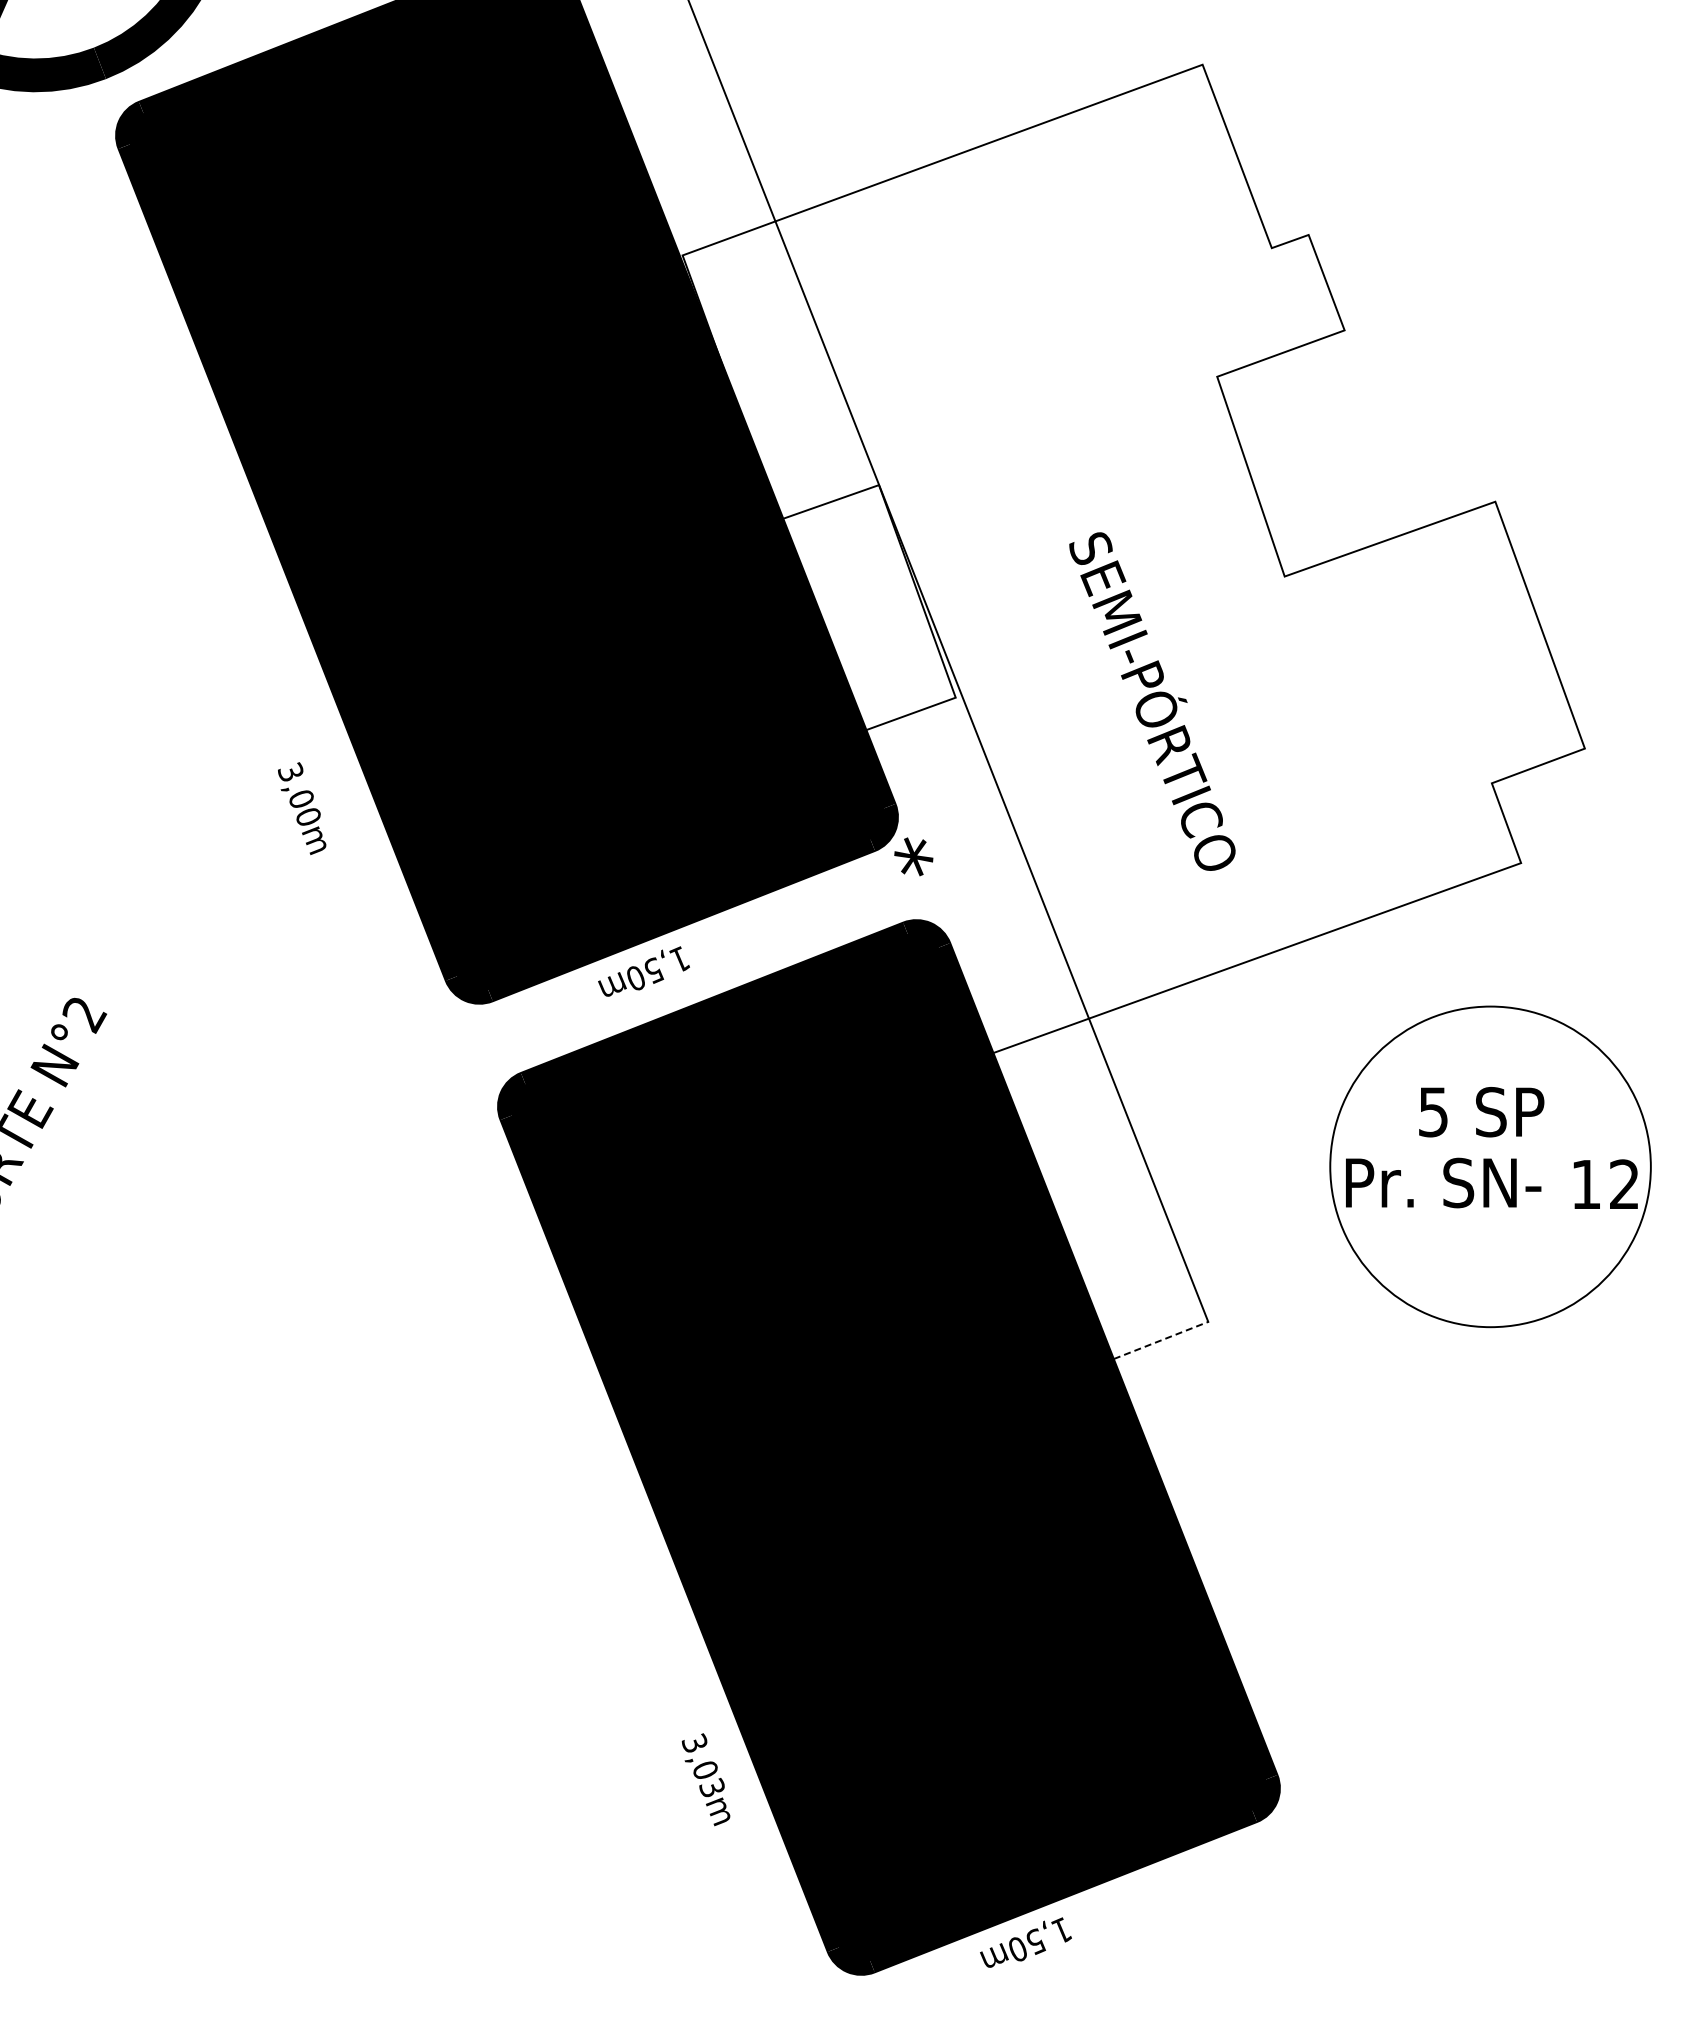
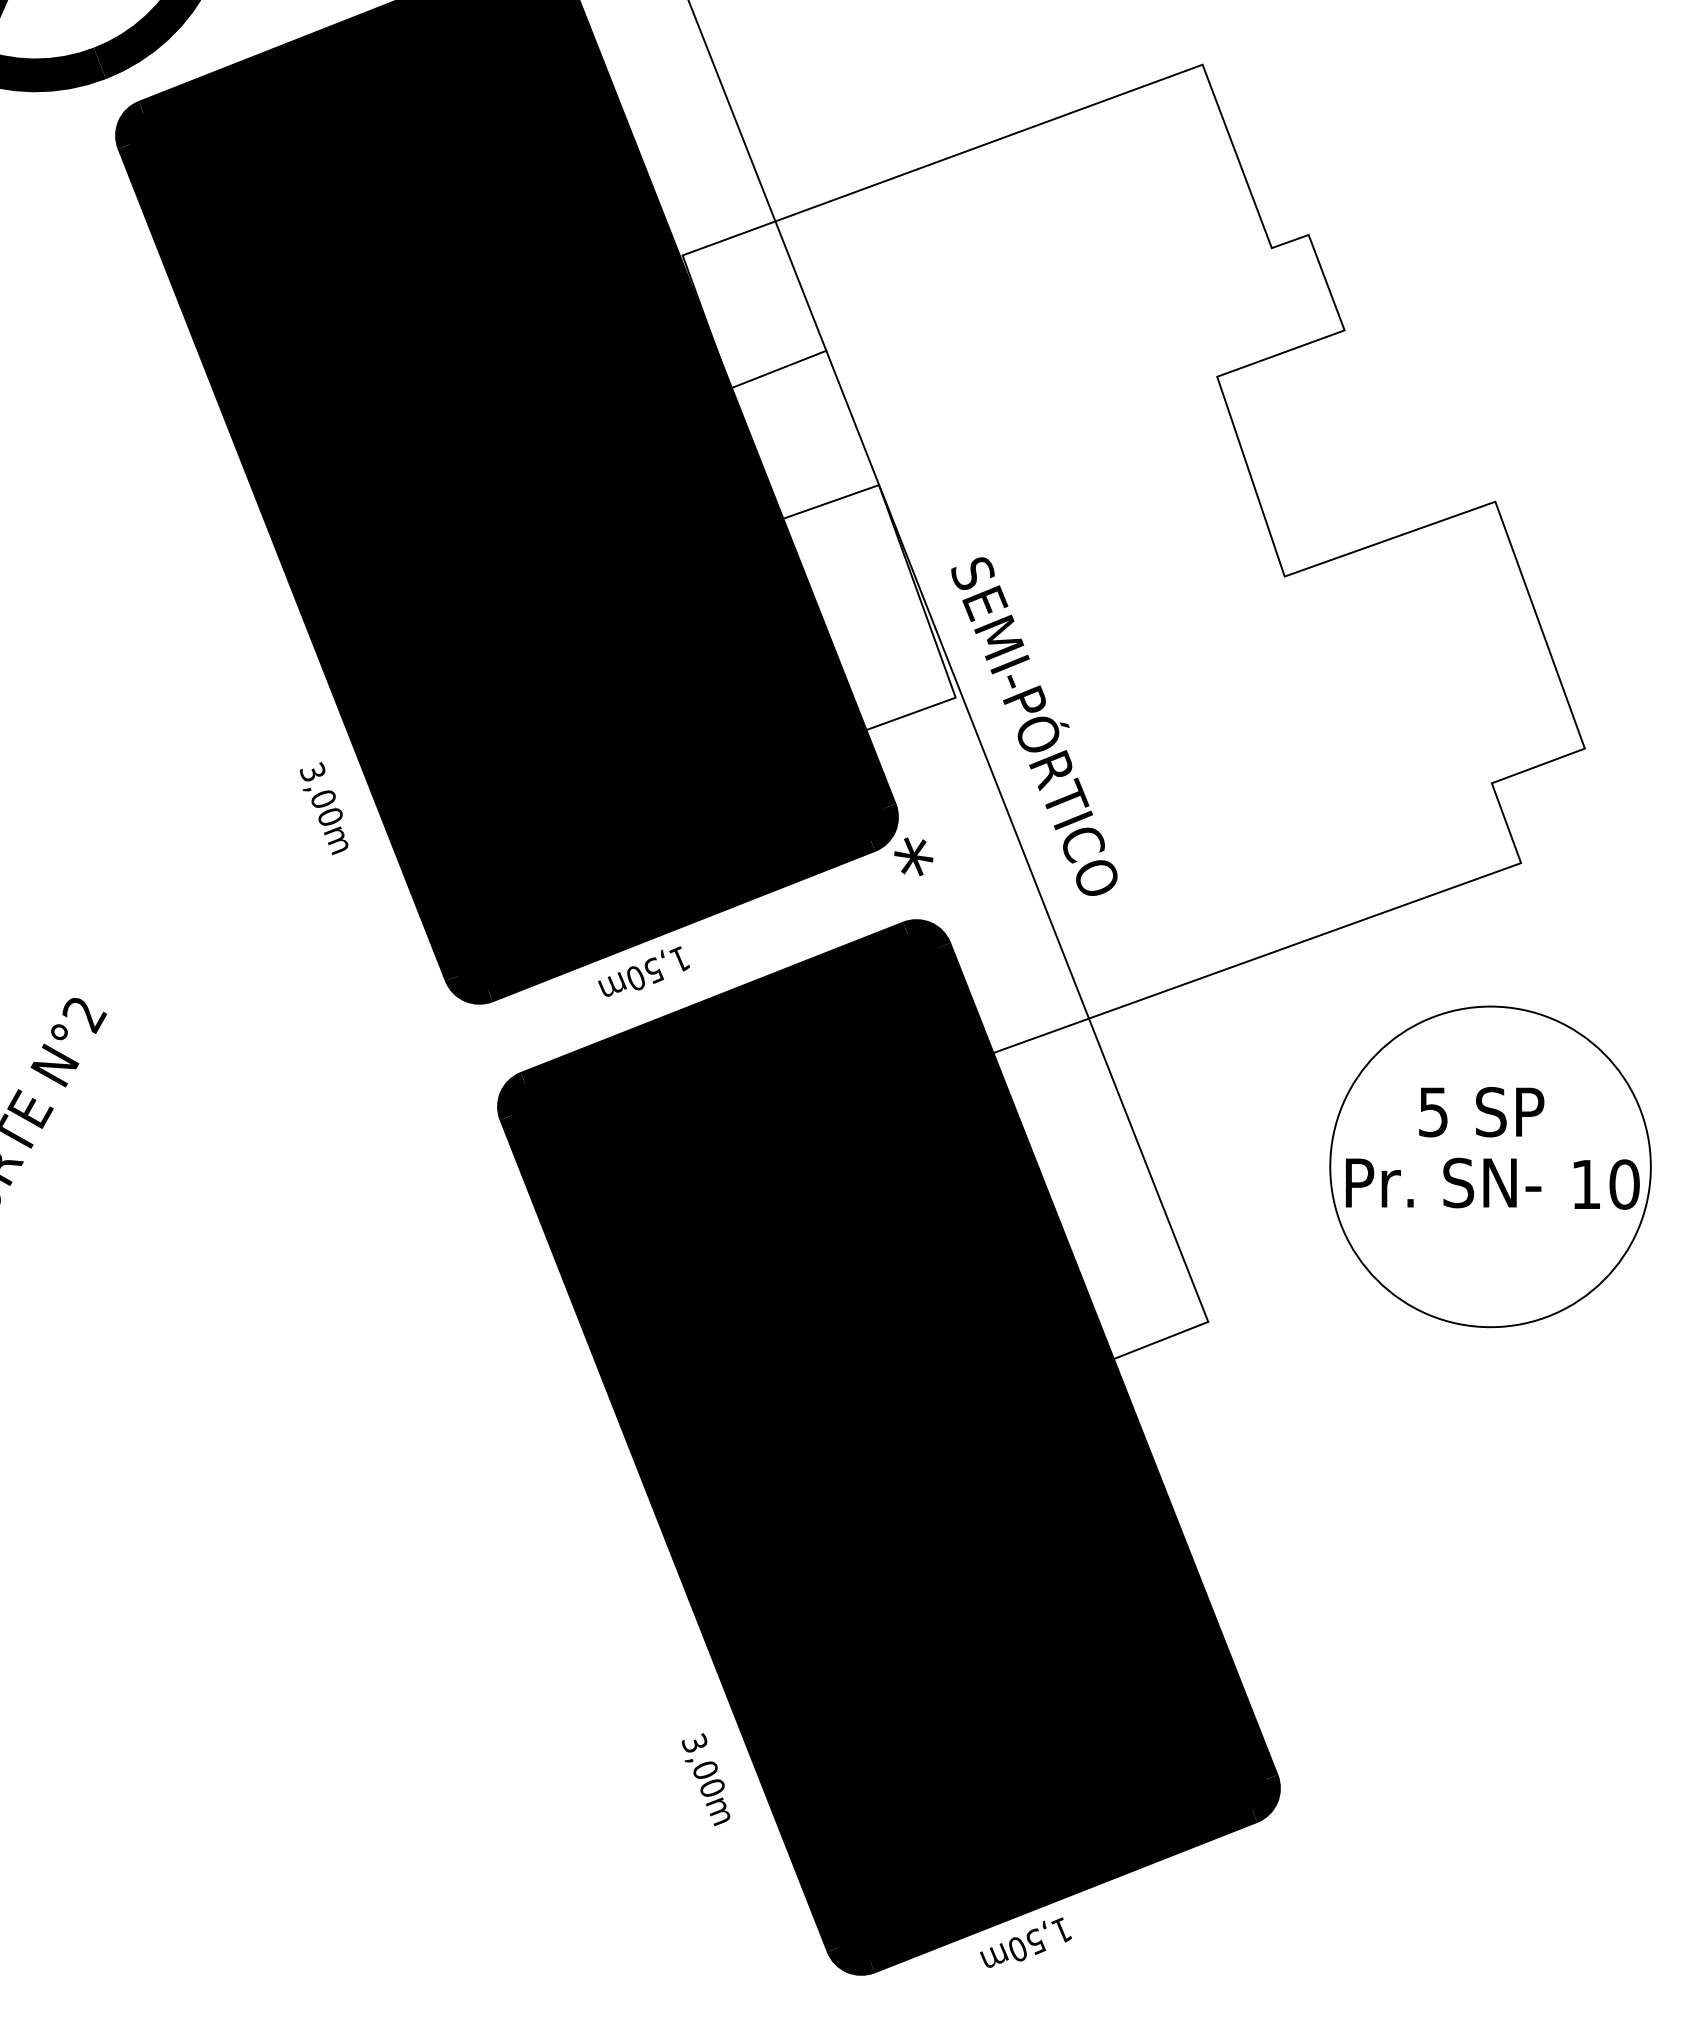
line at (778, 368): none -> present
text at (1152, 701) position: (1152, 701) -> (1034, 726)
text at (302, 808) position: (302, 808) -> (324, 808)
text at (1624, 1184): 12 -> 10
line at (1161, 1340): dashed -> solid
text at (711, 1787): 3,03m -> 3,00m
